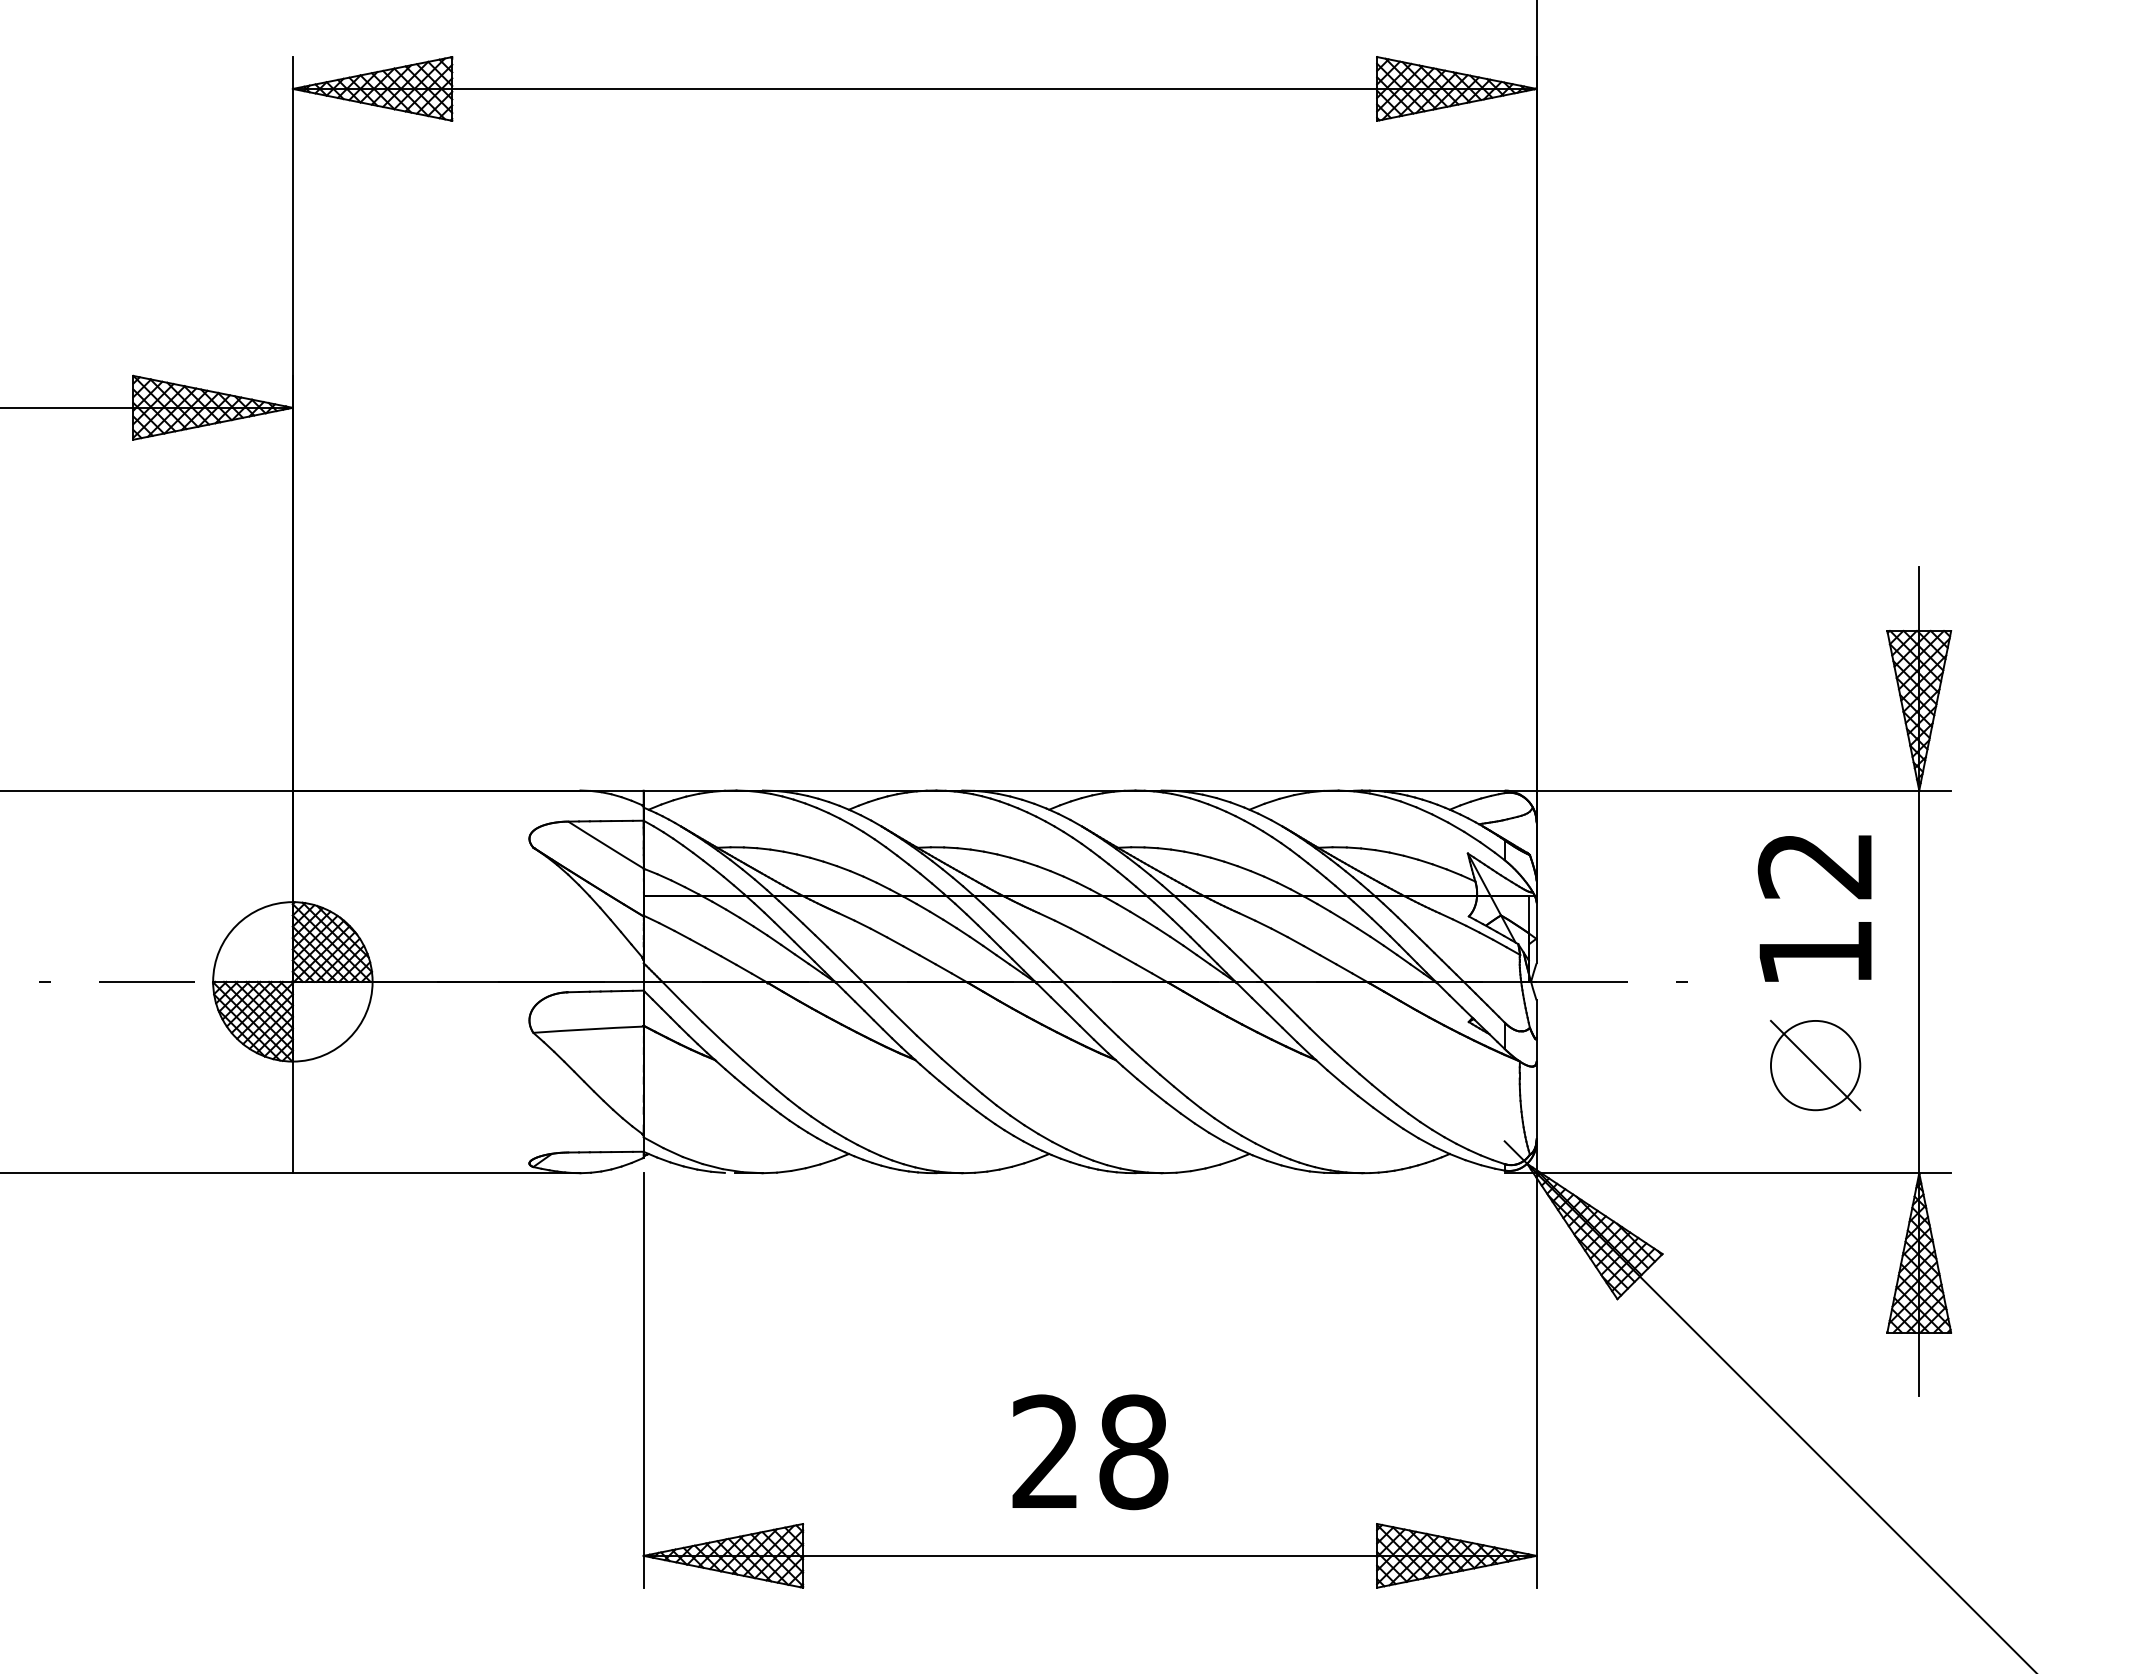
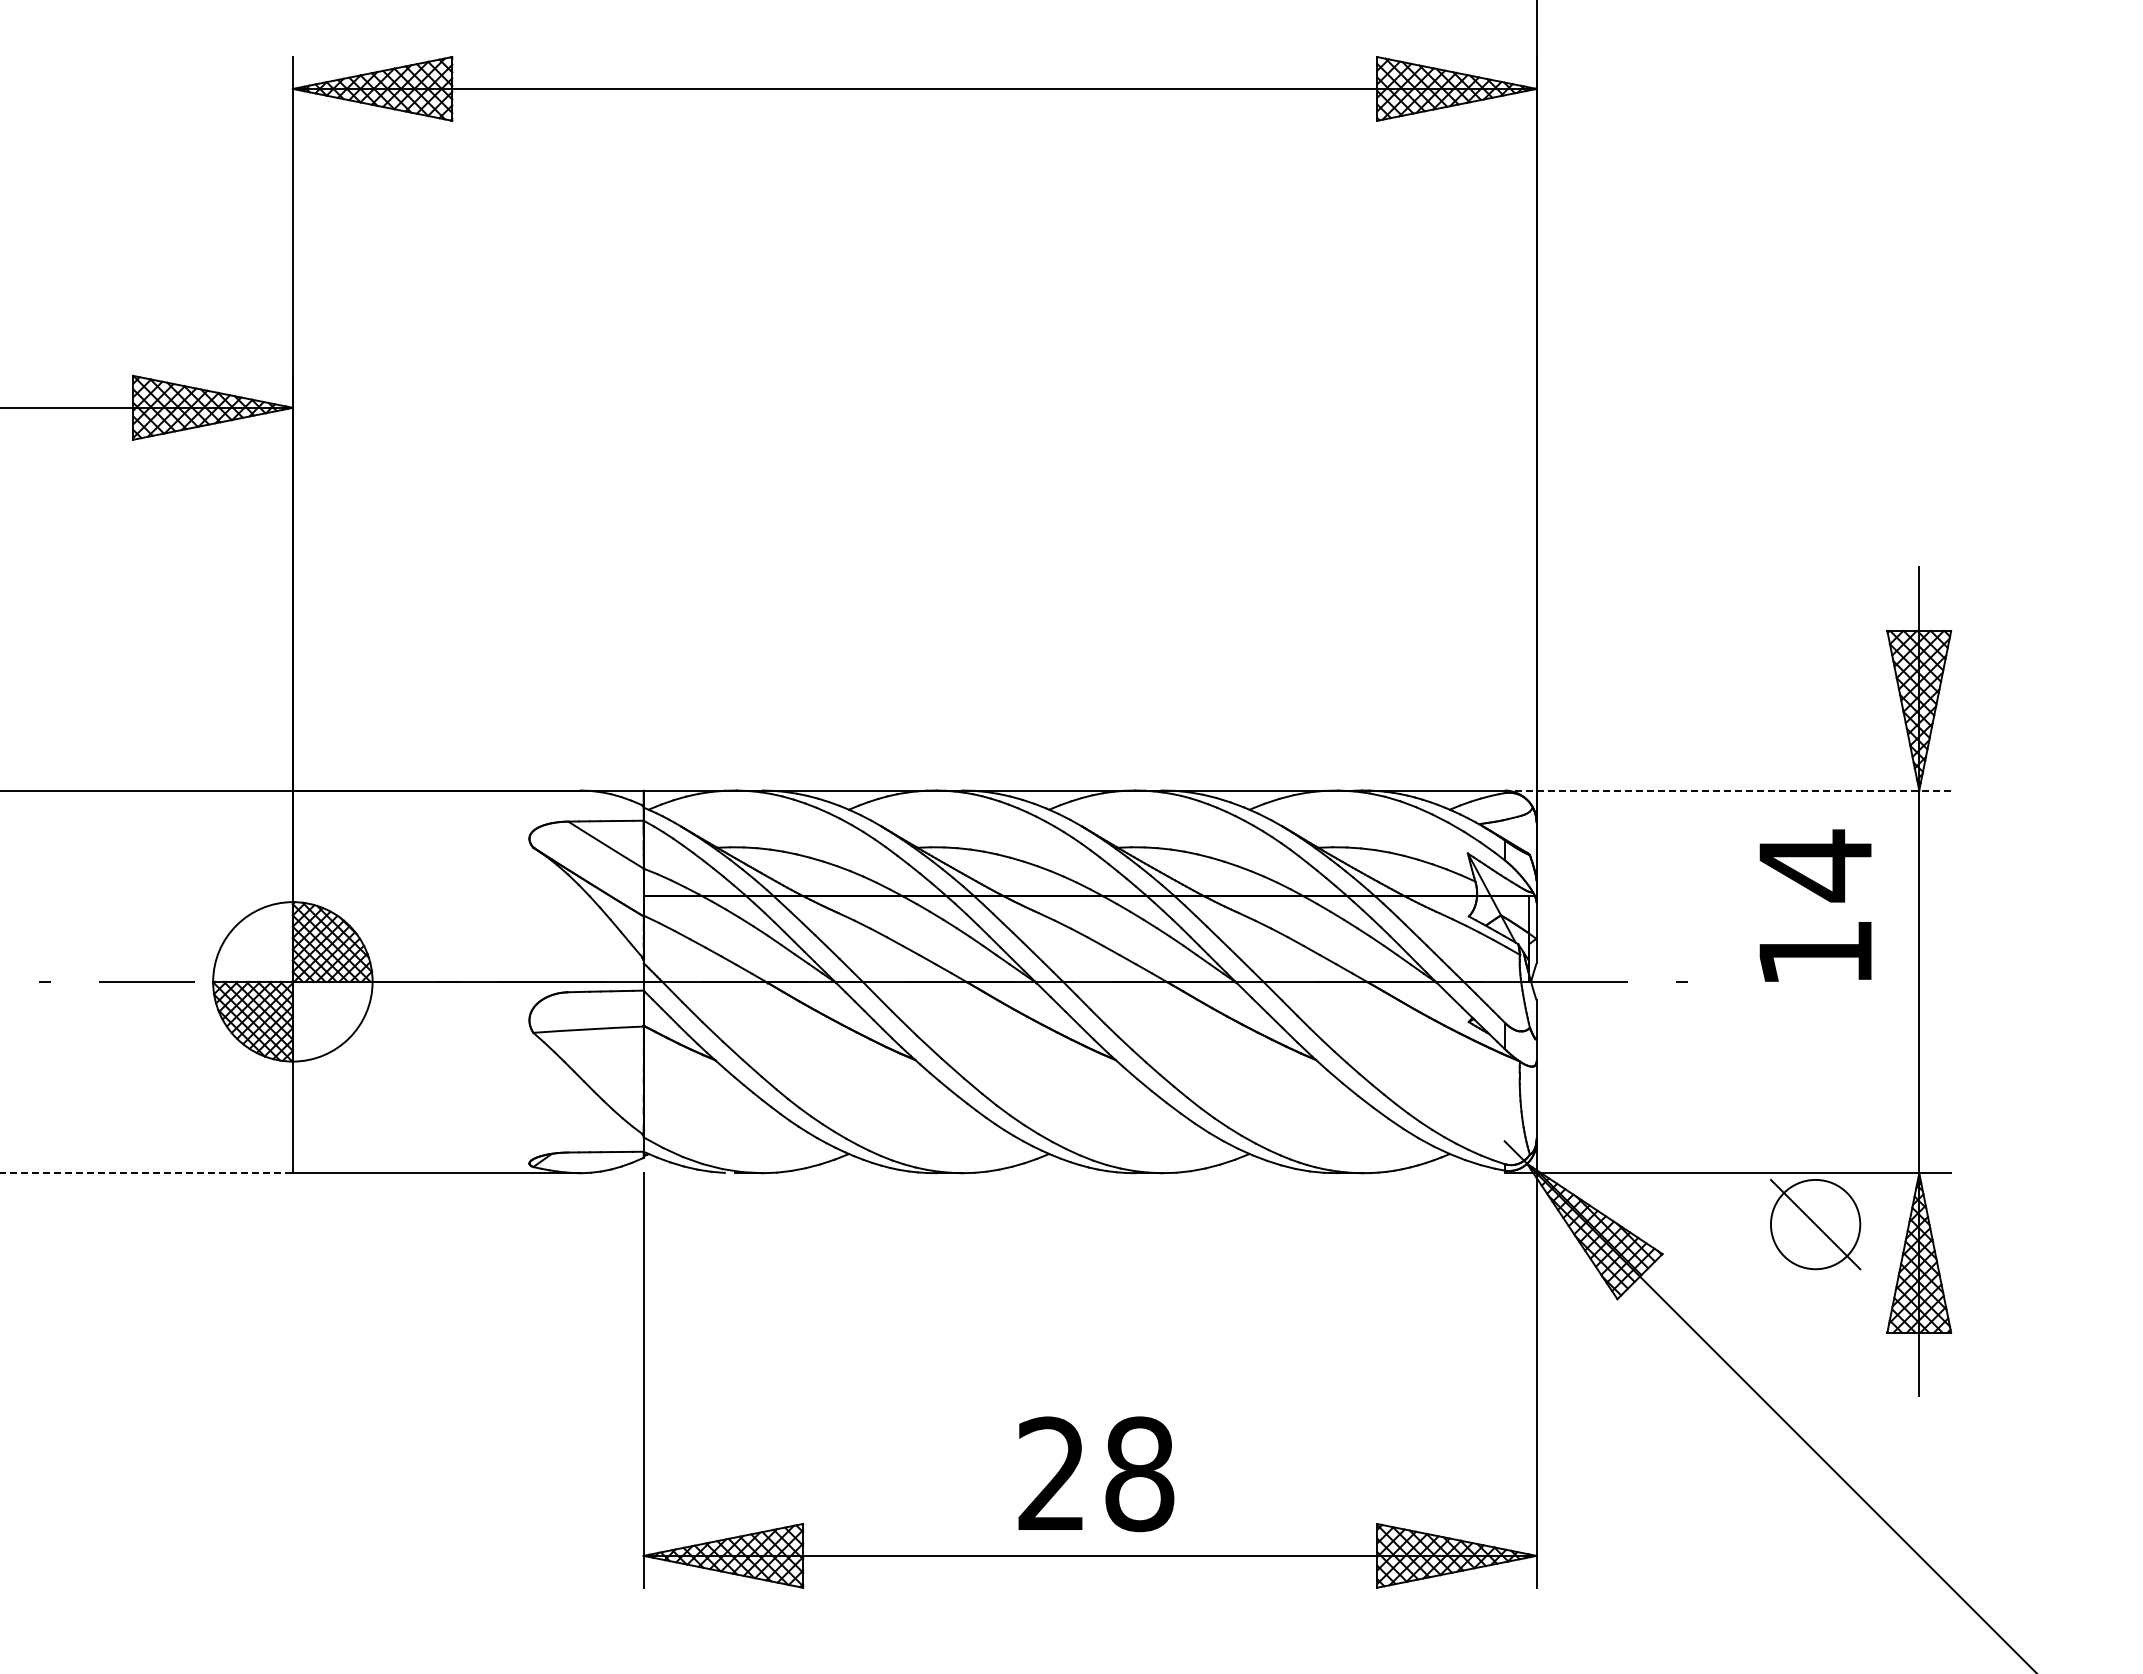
line at (1727, 790): solid -> dashed
text at (1814, 865): 12 -> 14
part at (1815, 1065) position: (1815, 1065) -> (1815, 1224)
line at (146, 1173): solid -> dashed
text at (1090, 1452) position: (1090, 1452) -> (1096, 1474)
